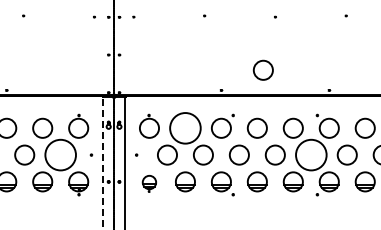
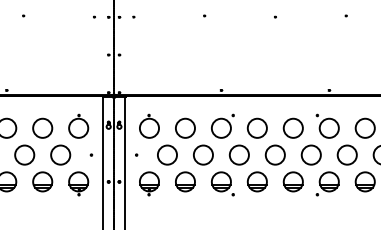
circle at (262, 69): present -> none
circle at (185, 128) diameter: 31 px -> 19 px
circle at (60, 154) diameter: 31 px -> 19 px
circle at (311, 154) diameter: 31 px -> 19 px
line at (102, 162): dashed -> solid
part at (148, 183) size: 16x18 px -> 21x26 px
